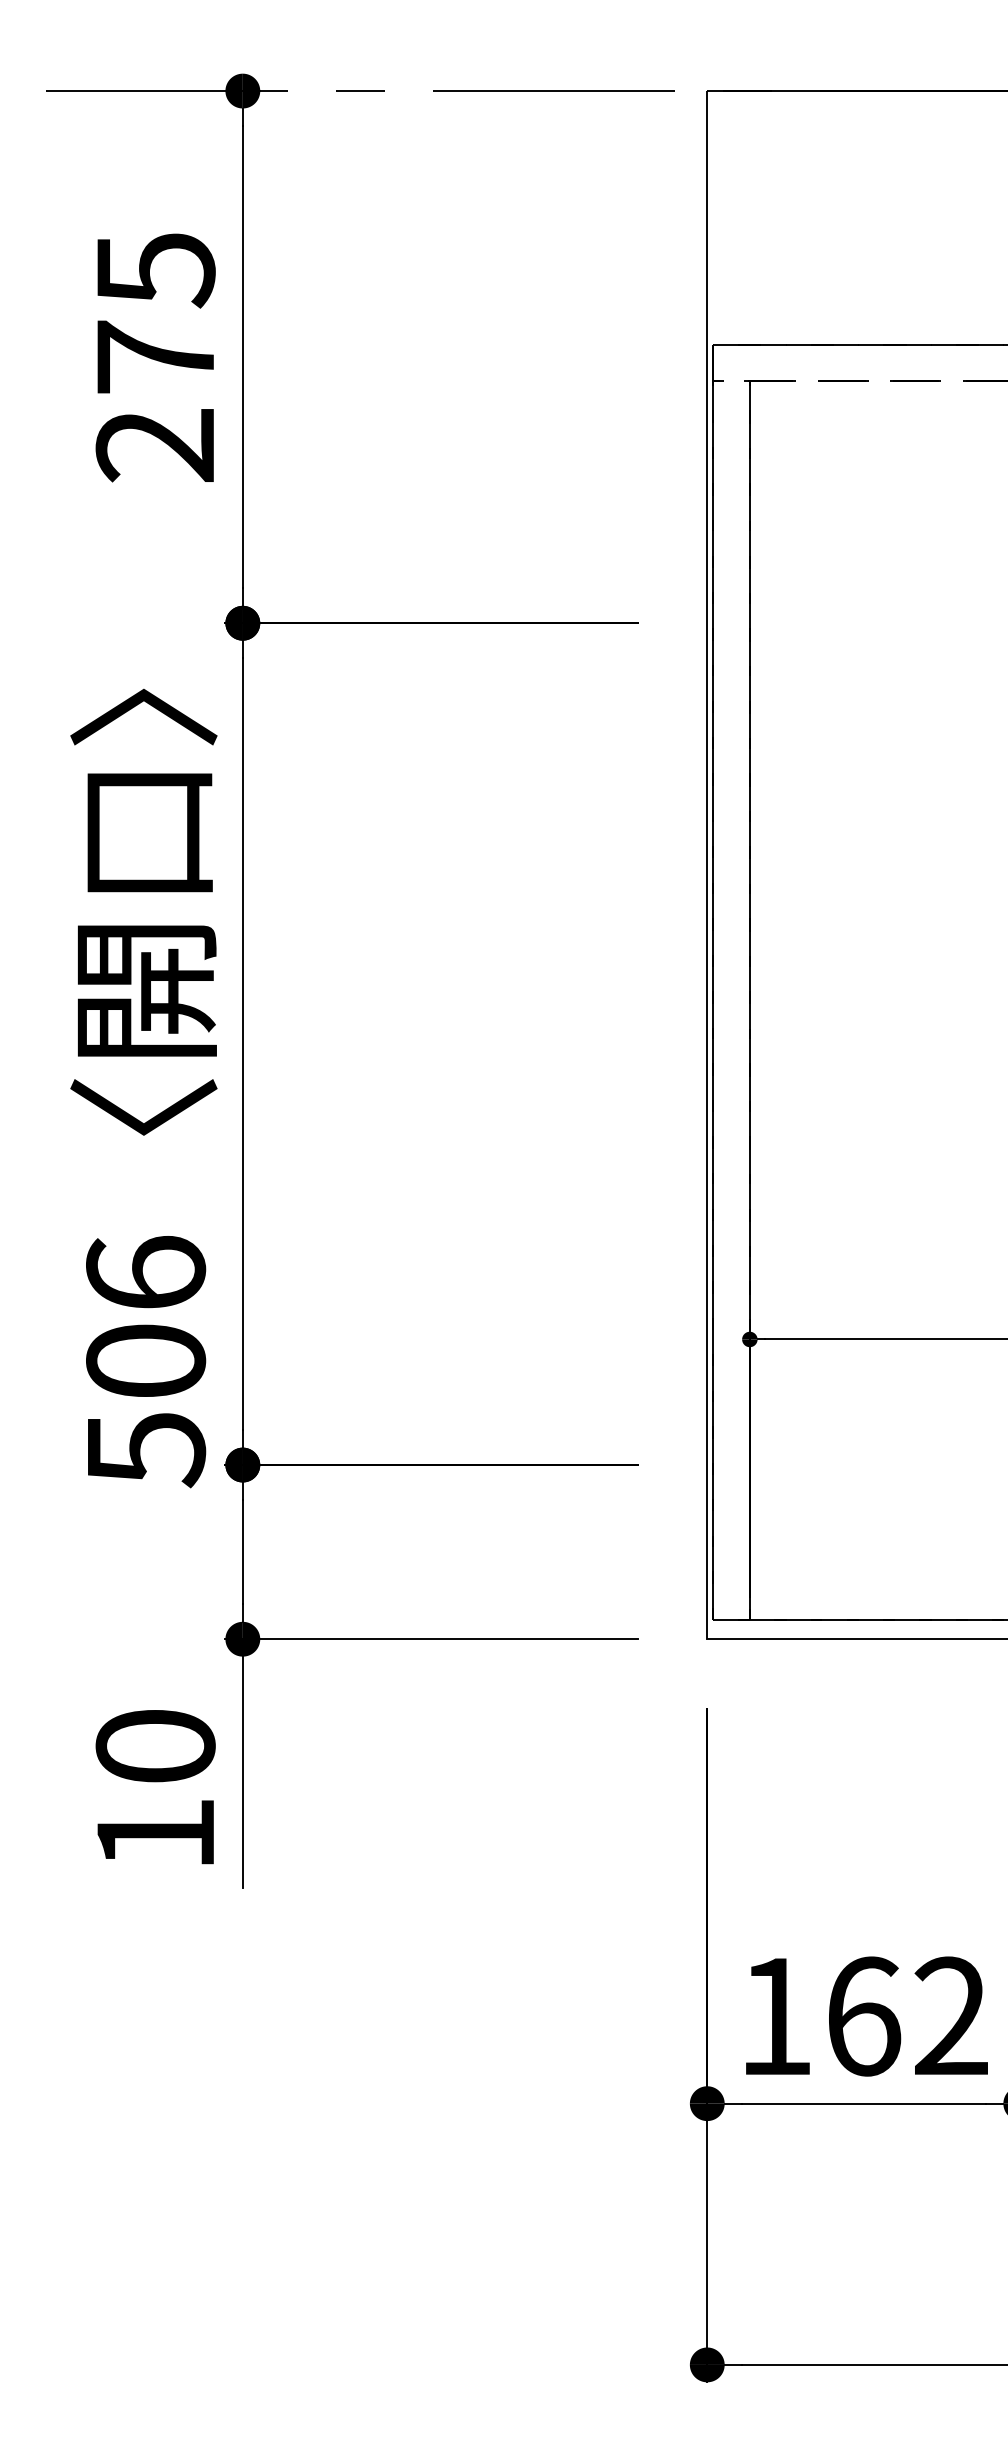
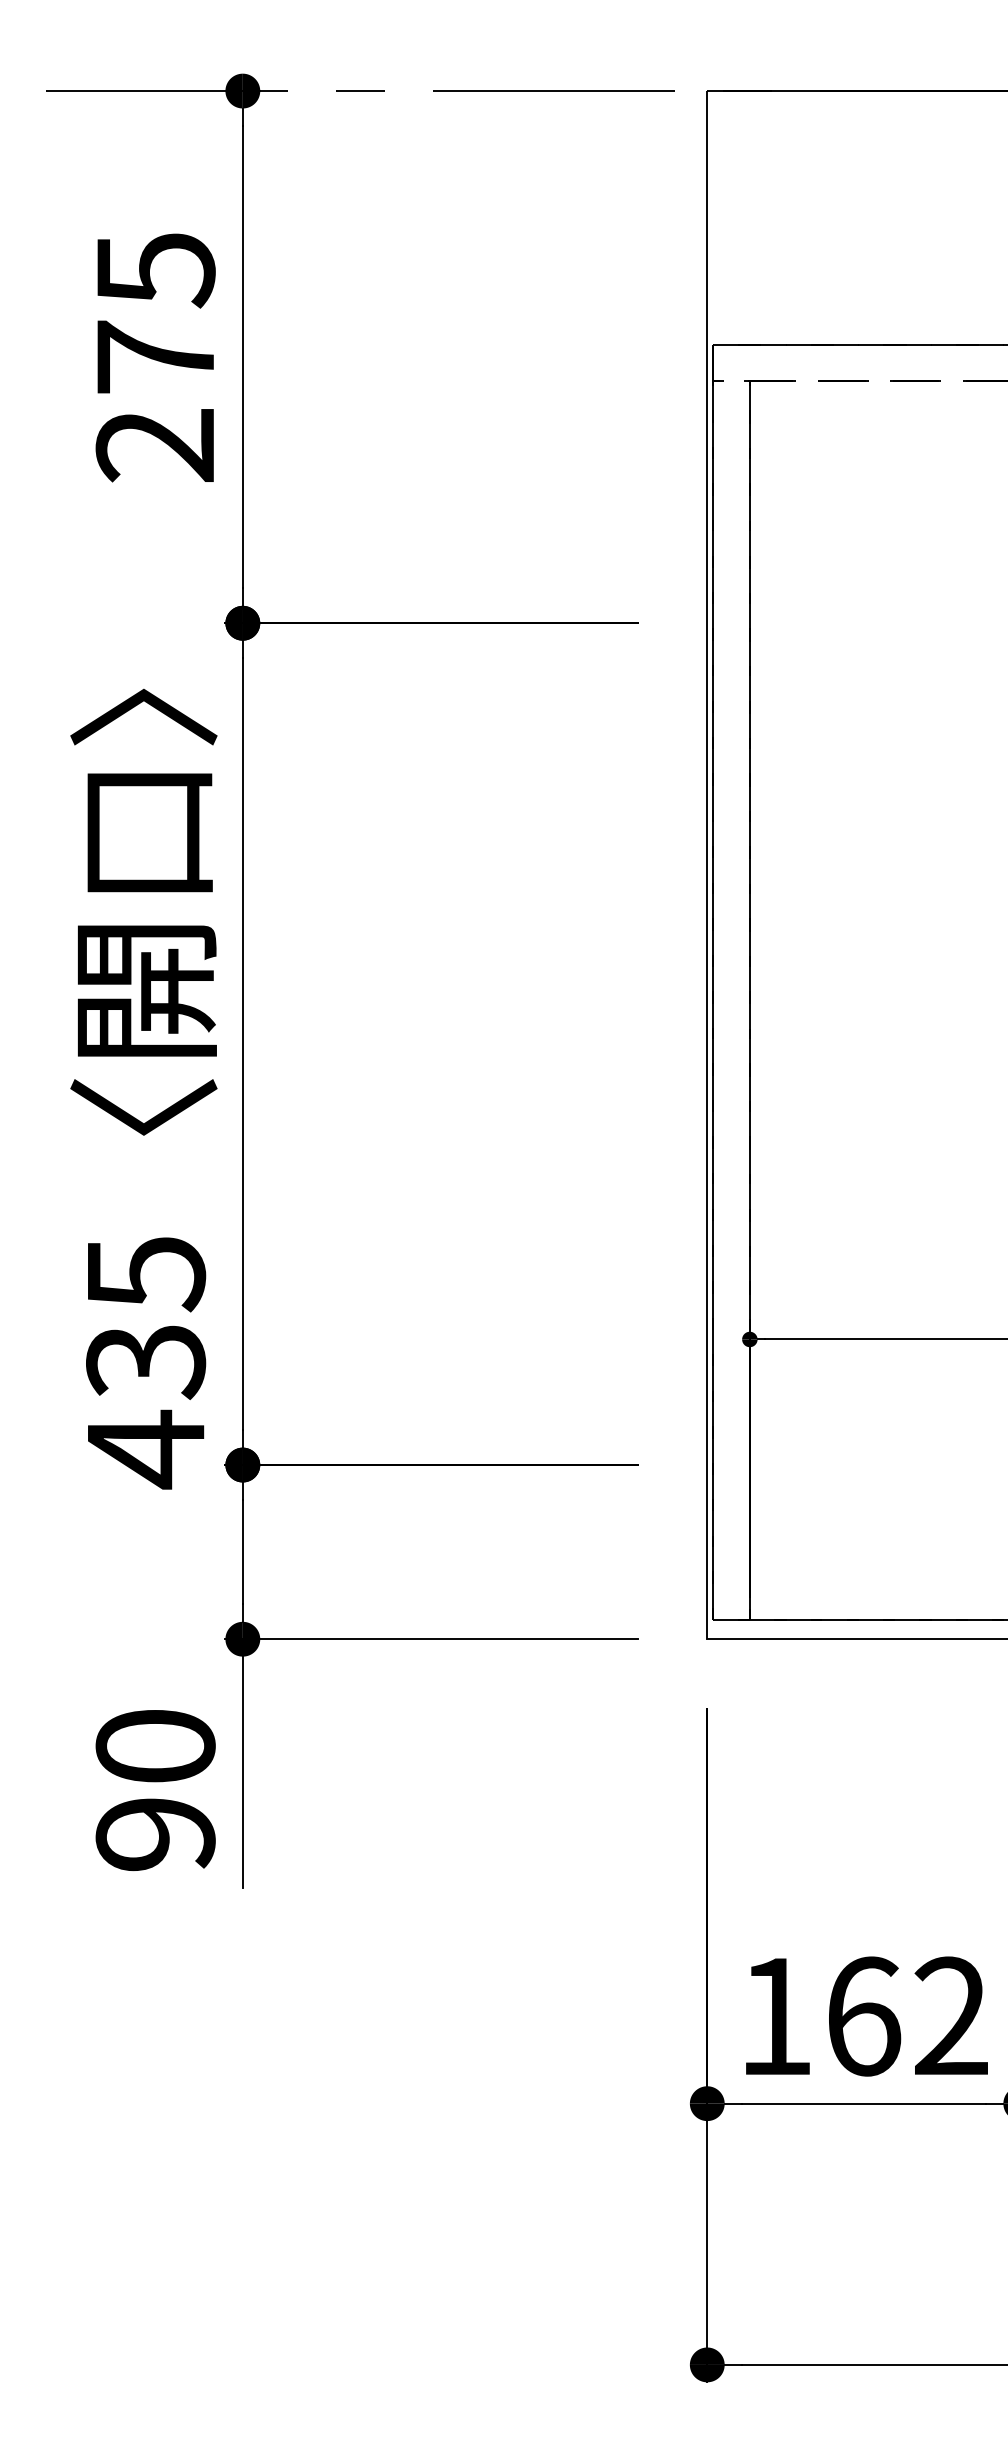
text at (146, 1362): 506 -> 435
text at (155, 1834): 10 -> 90
